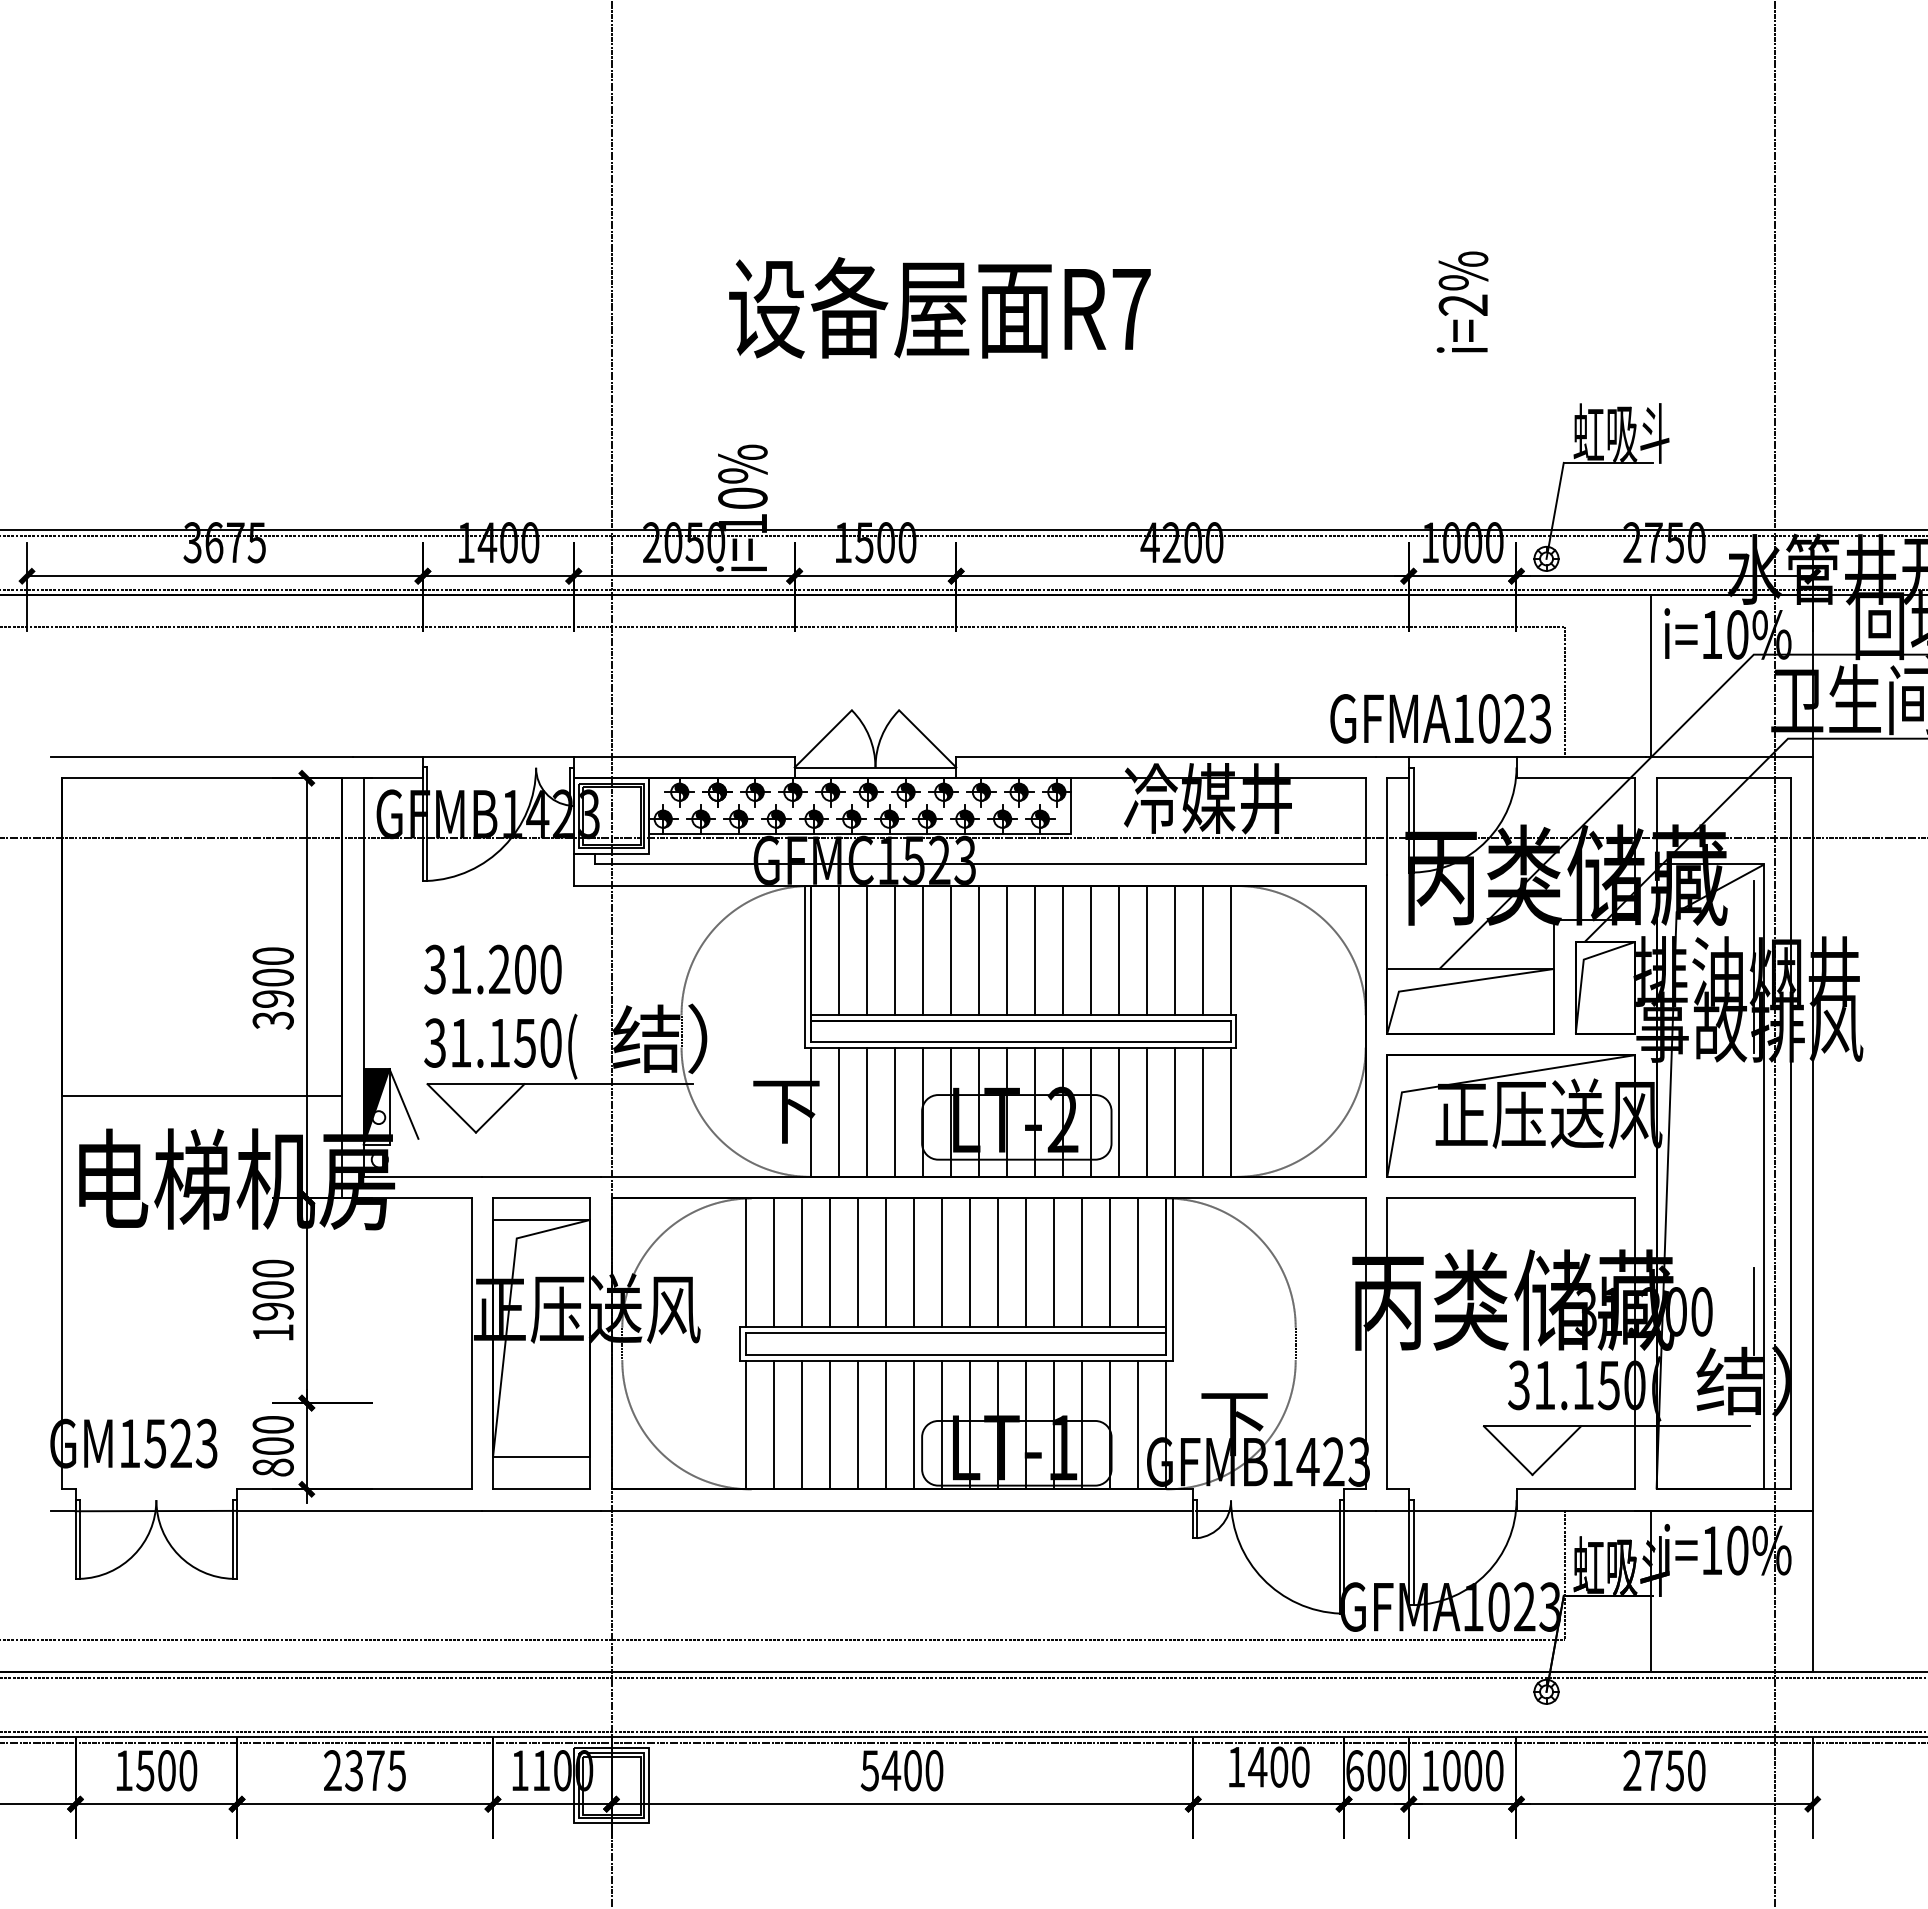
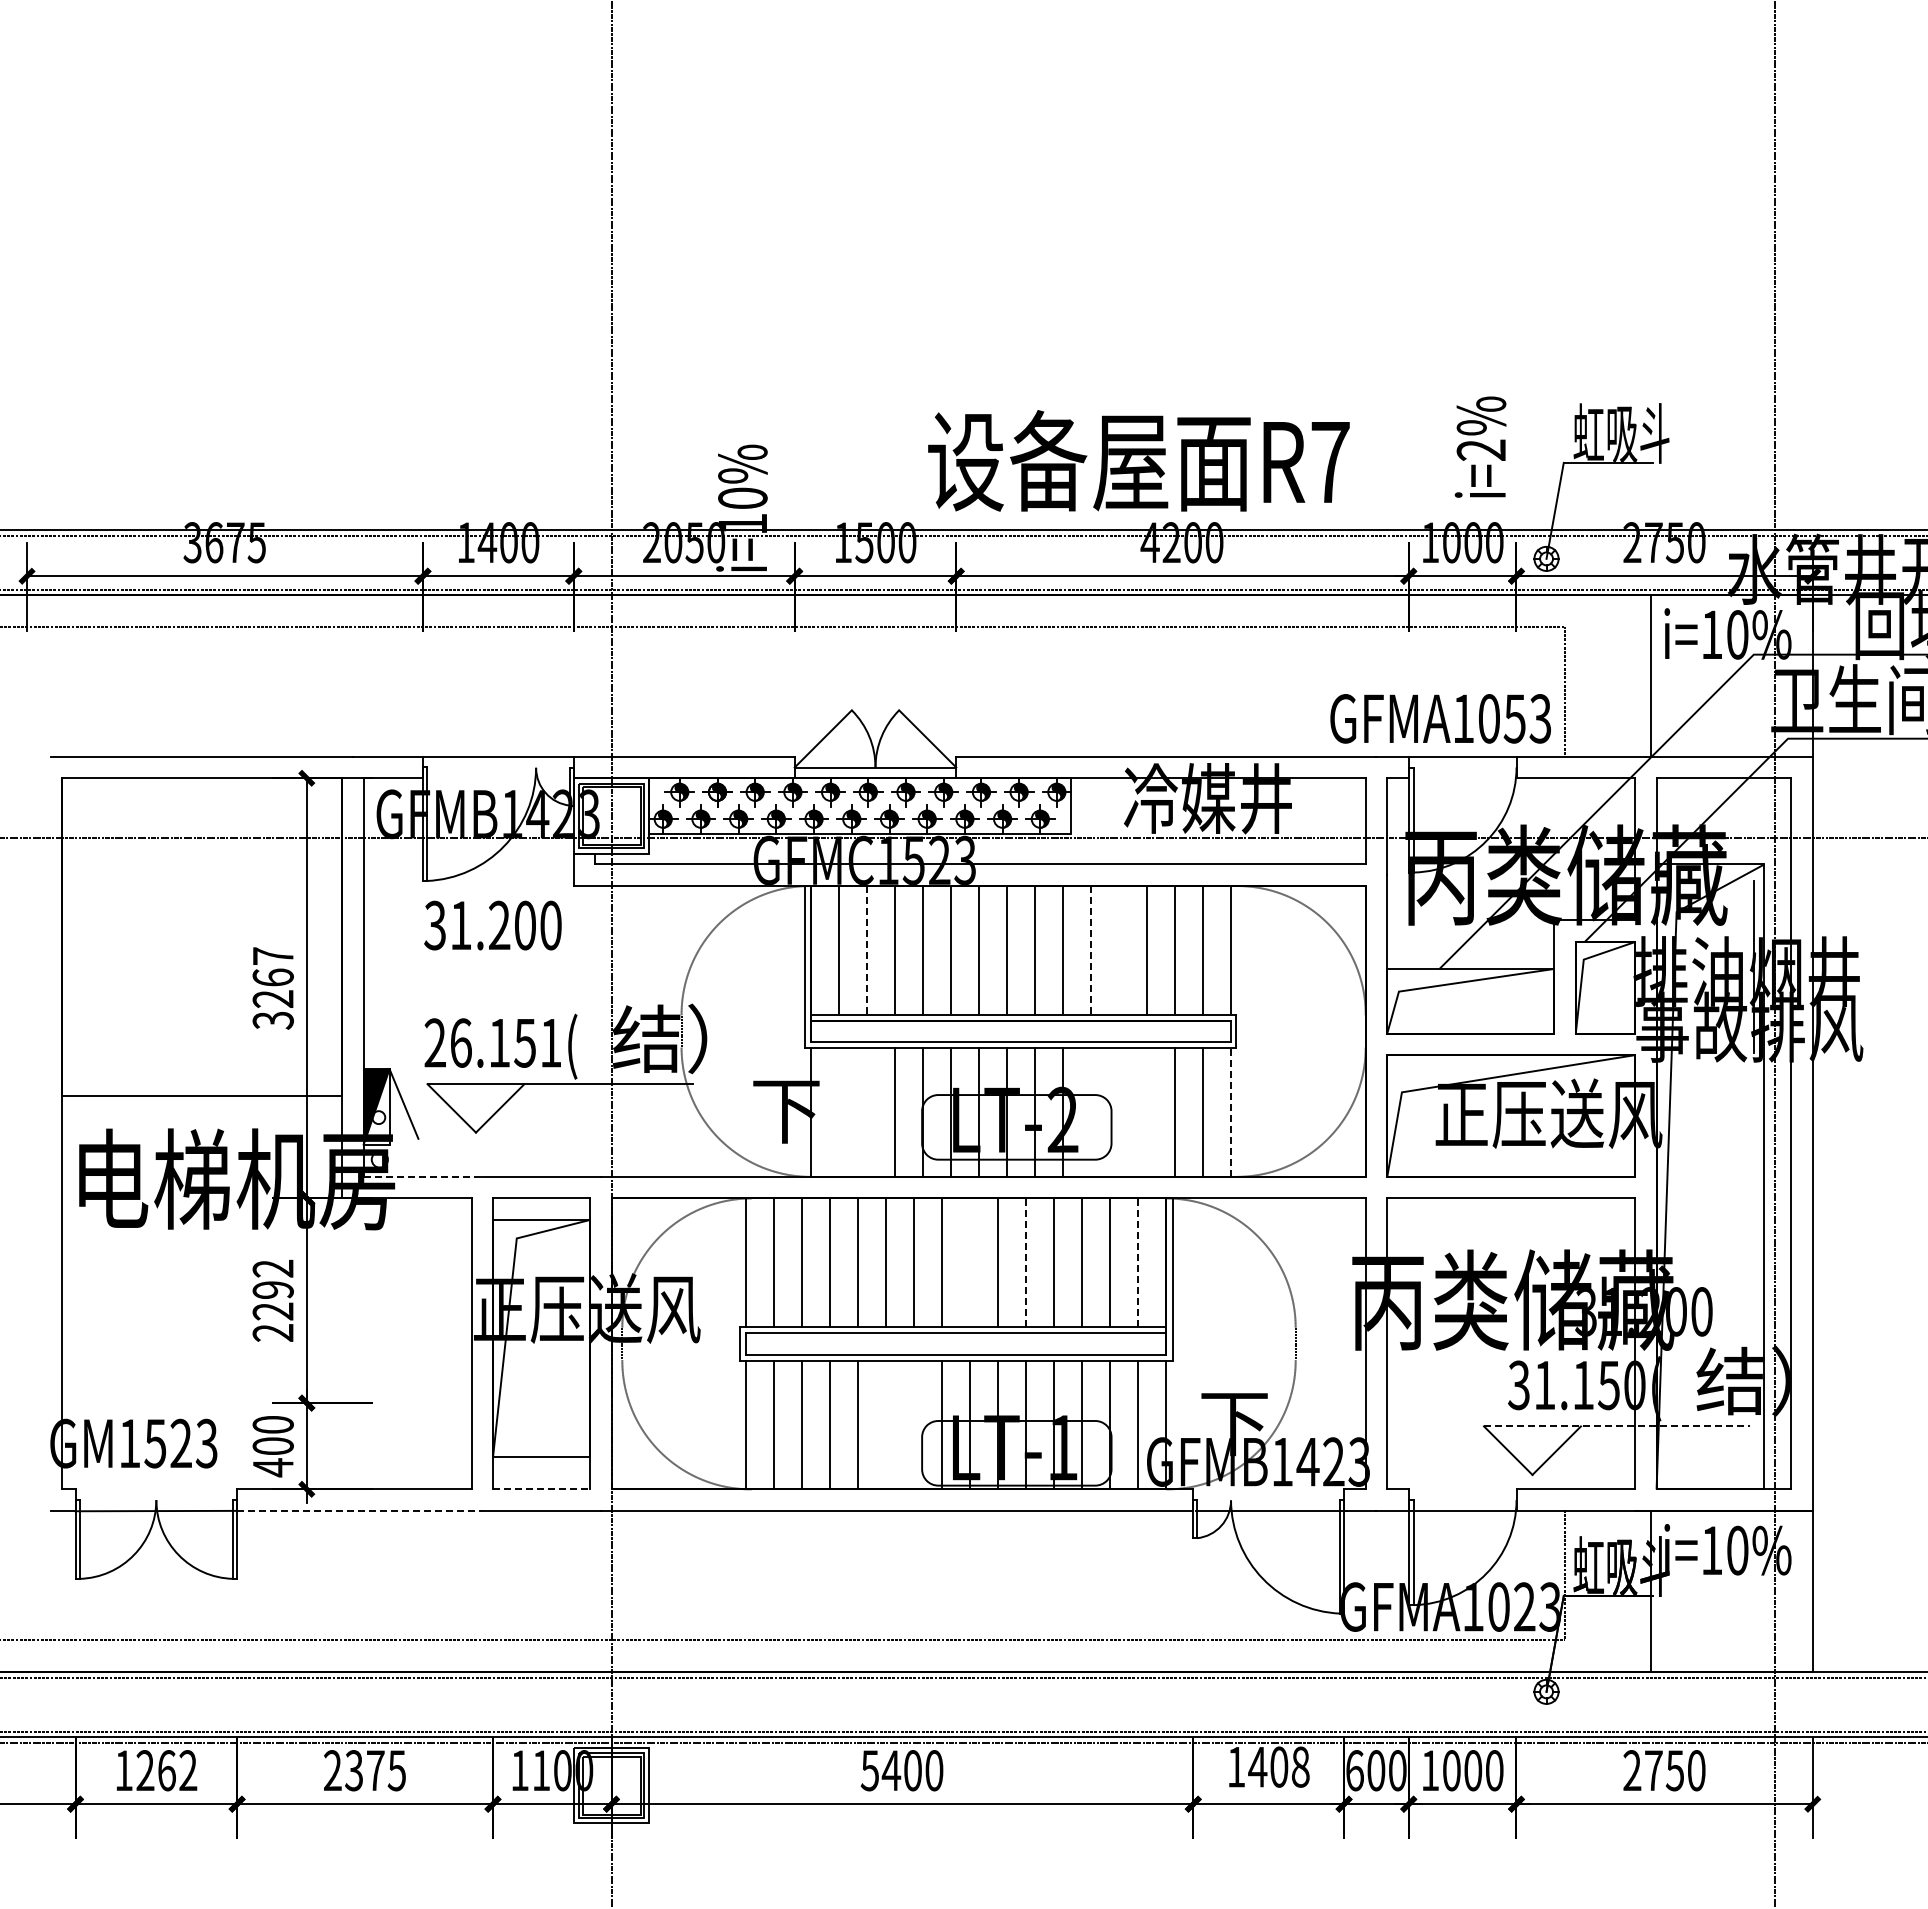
text at (1462, 301) position: (1462, 301) -> (1480, 446)
text at (939, 307) position: (939, 307) -> (1138, 460)
text at (1514, 718): GFMA1023 -> GFMA1053
line at (866, 950): solid -> dashed
line at (1090, 950): solid -> dashed
line at (1118, 950): present -> none
text at (492, 969) position: (492, 969) -> (492, 925)
text at (272, 977): 3900 -> 3267
text at (492, 1042): 31.150( -> 26.151(
line at (838, 1111): present -> none
line at (866, 1111): present -> none
line at (1090, 1111): present -> none
line at (1118, 1111): present -> none
line at (1147, 1111): present -> none
line at (1231, 1112): solid -> dashed
line at (423, 1176): solid -> dashed
line at (970, 1262): present -> none
line at (1026, 1262): solid -> dashed
line at (1138, 1262): solid -> dashed
text at (272, 1300): 1900 -> 2292
line at (1753, 1311): present -> none
line at (886, 1425): present -> none
line at (914, 1425): present -> none
line at (1616, 1426): solid -> dashed
text at (272, 1467): 800 -> 400
line at (542, 1489): solid -> dashed
line at (359, 1510): solid -> dashed
text at (1300, 1766): 1400 -> 1408
text at (166, 1770): 1500 -> 1262
